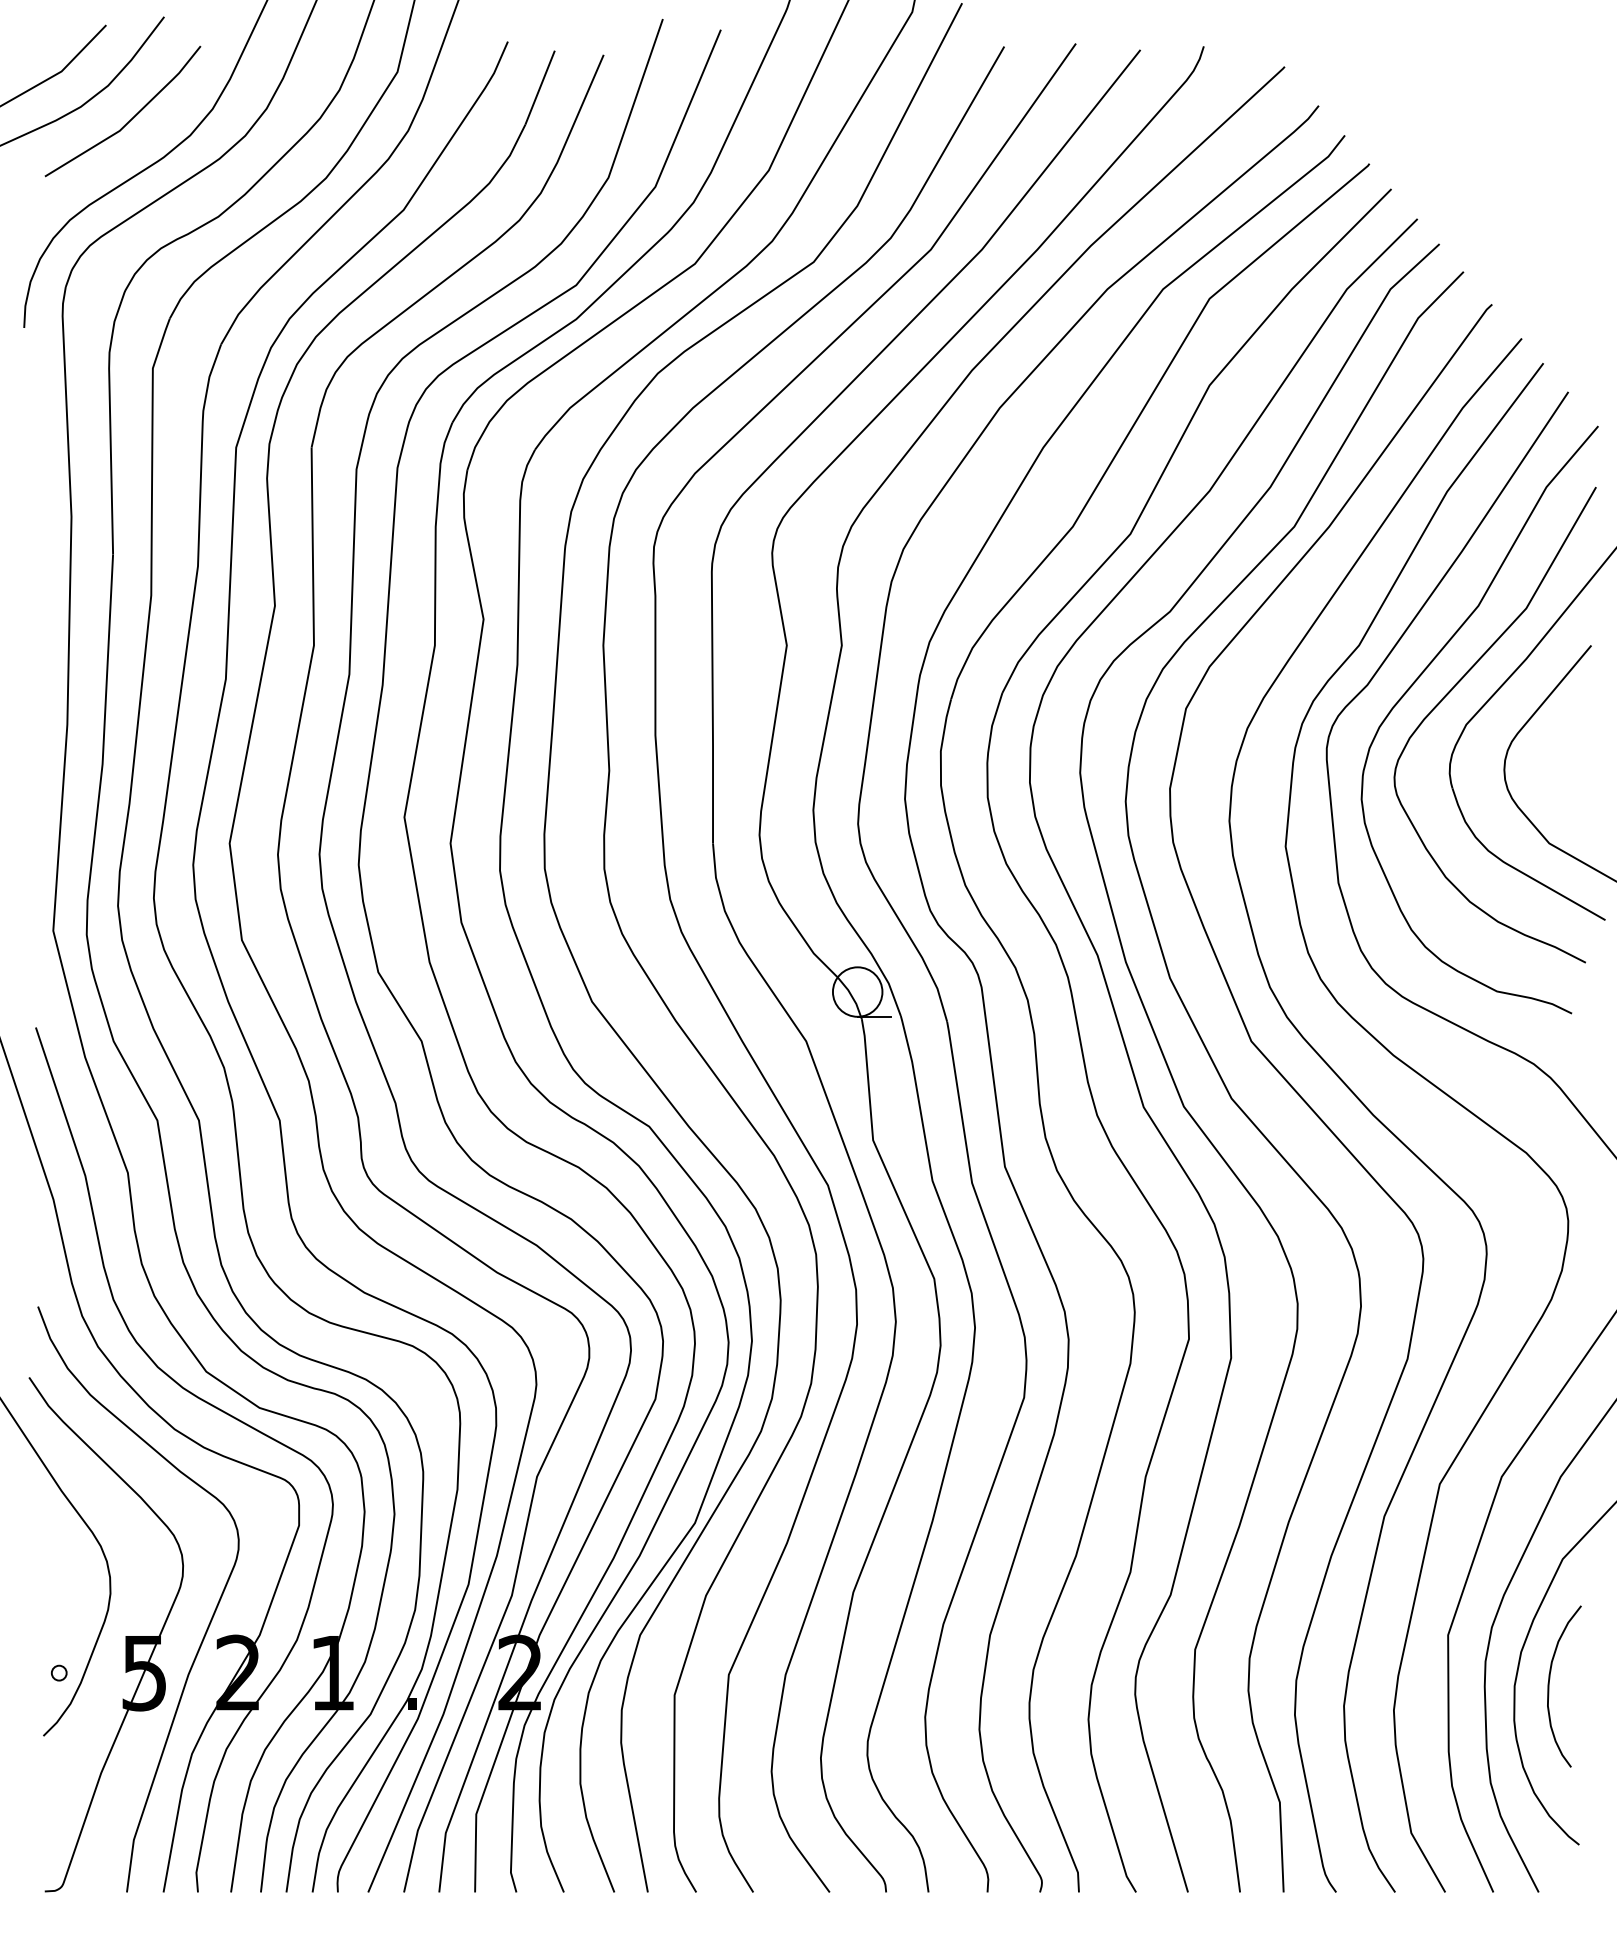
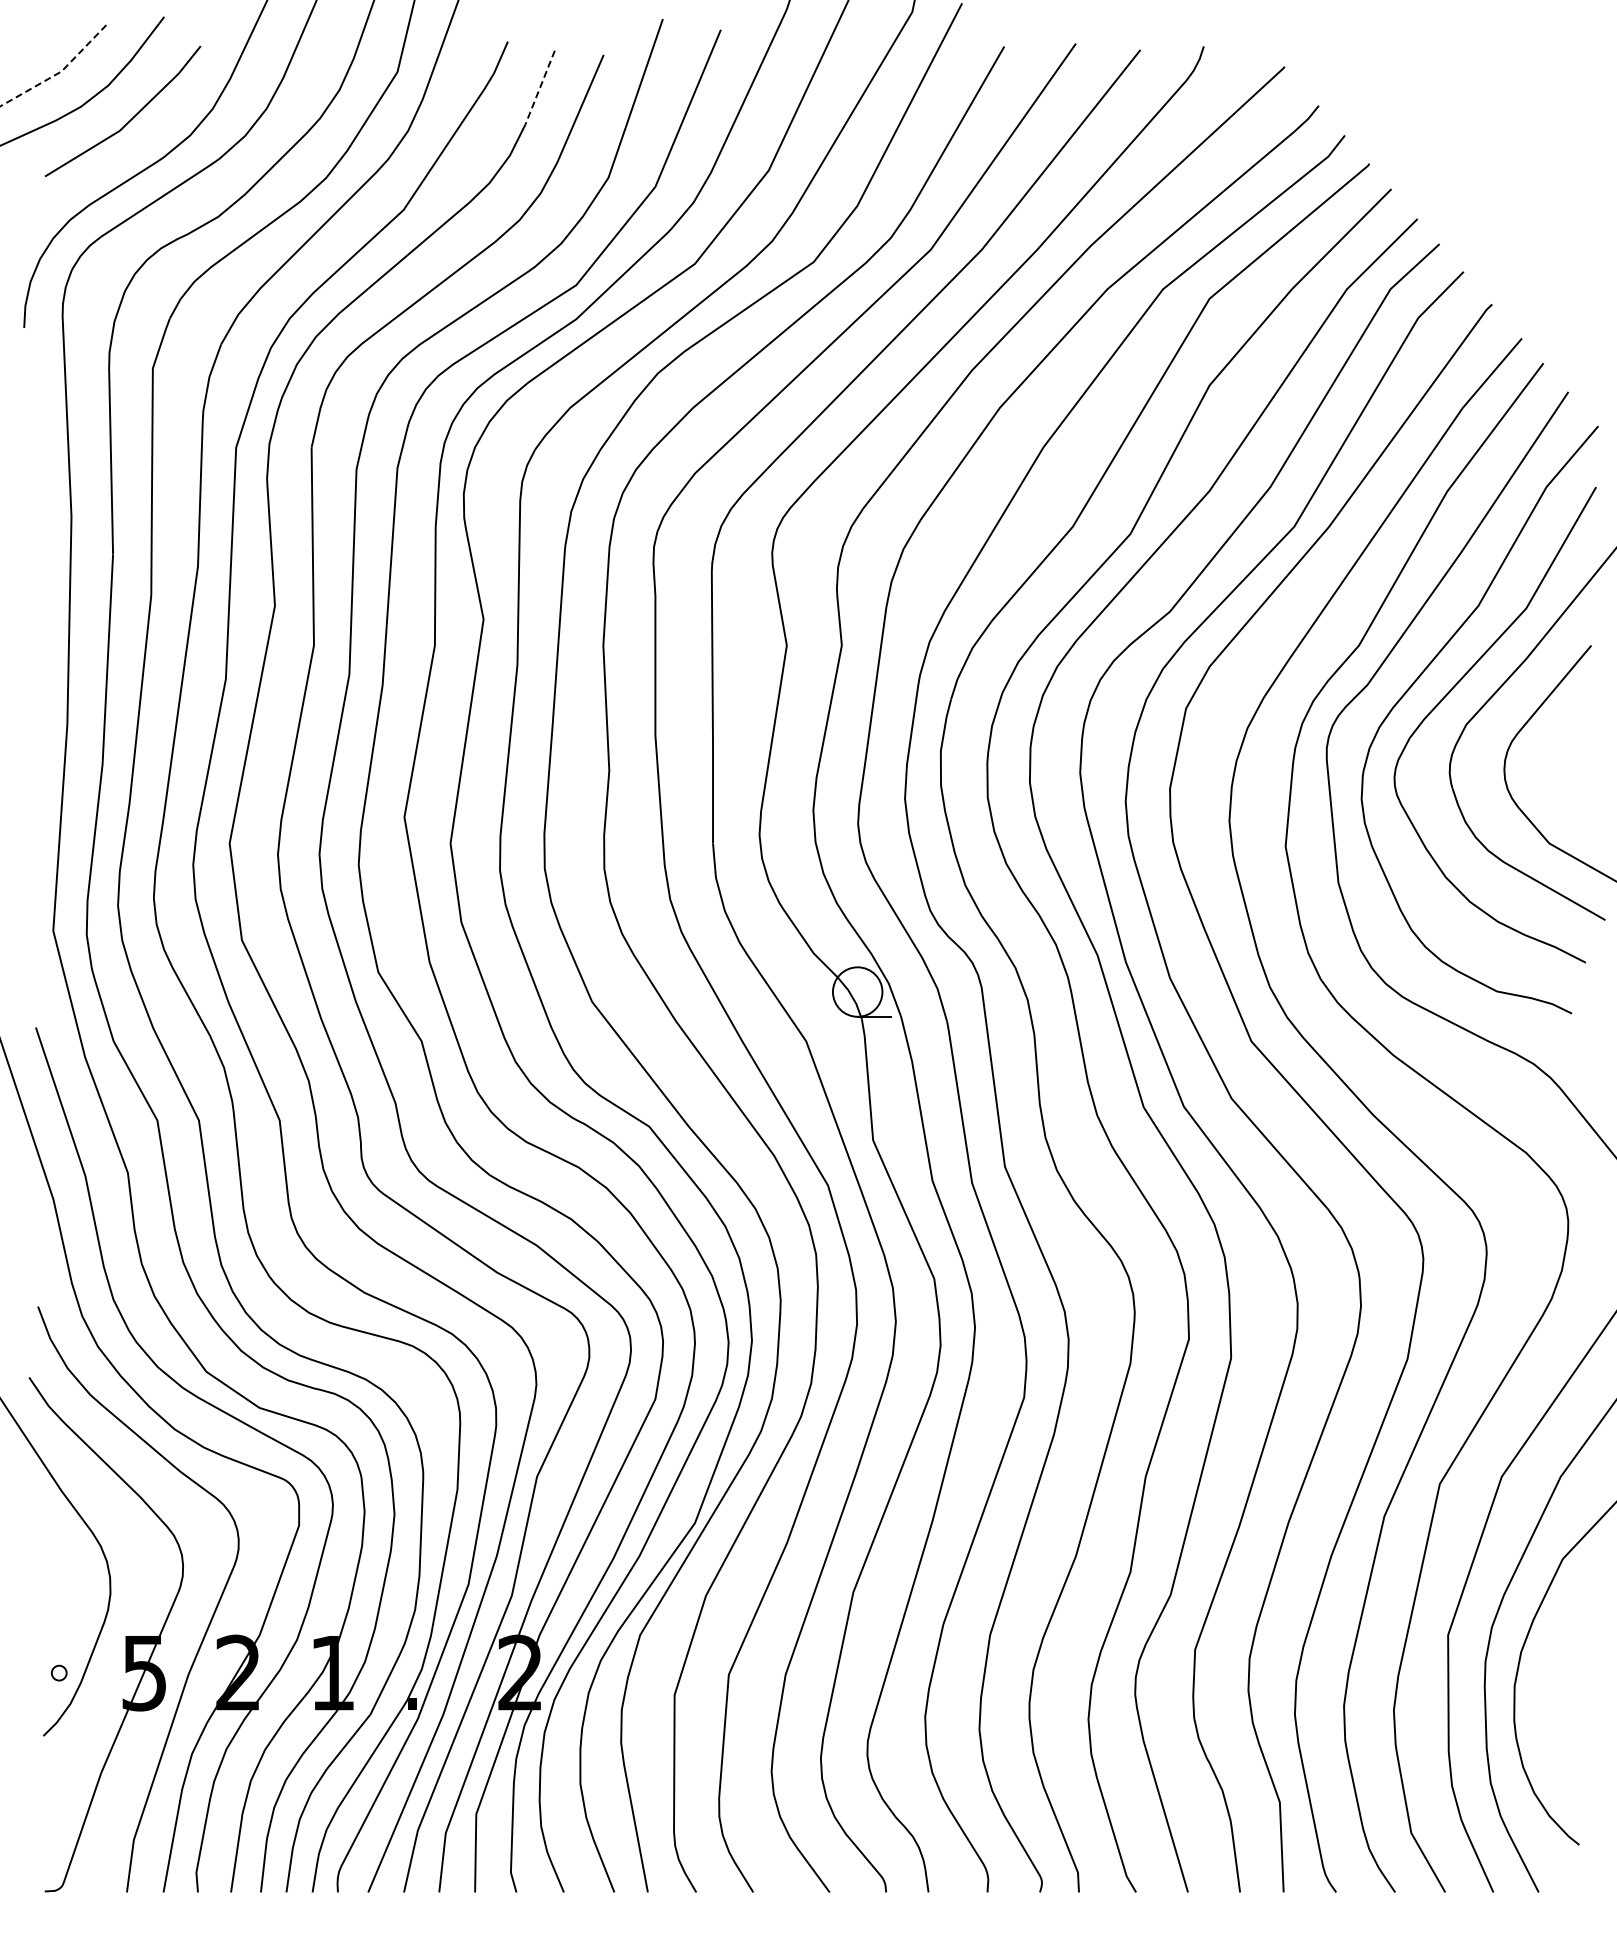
line at (59, 72): solid -> dashed
line at (540, 87): solid -> dashed
curve at (1549, 1686): present -> none
